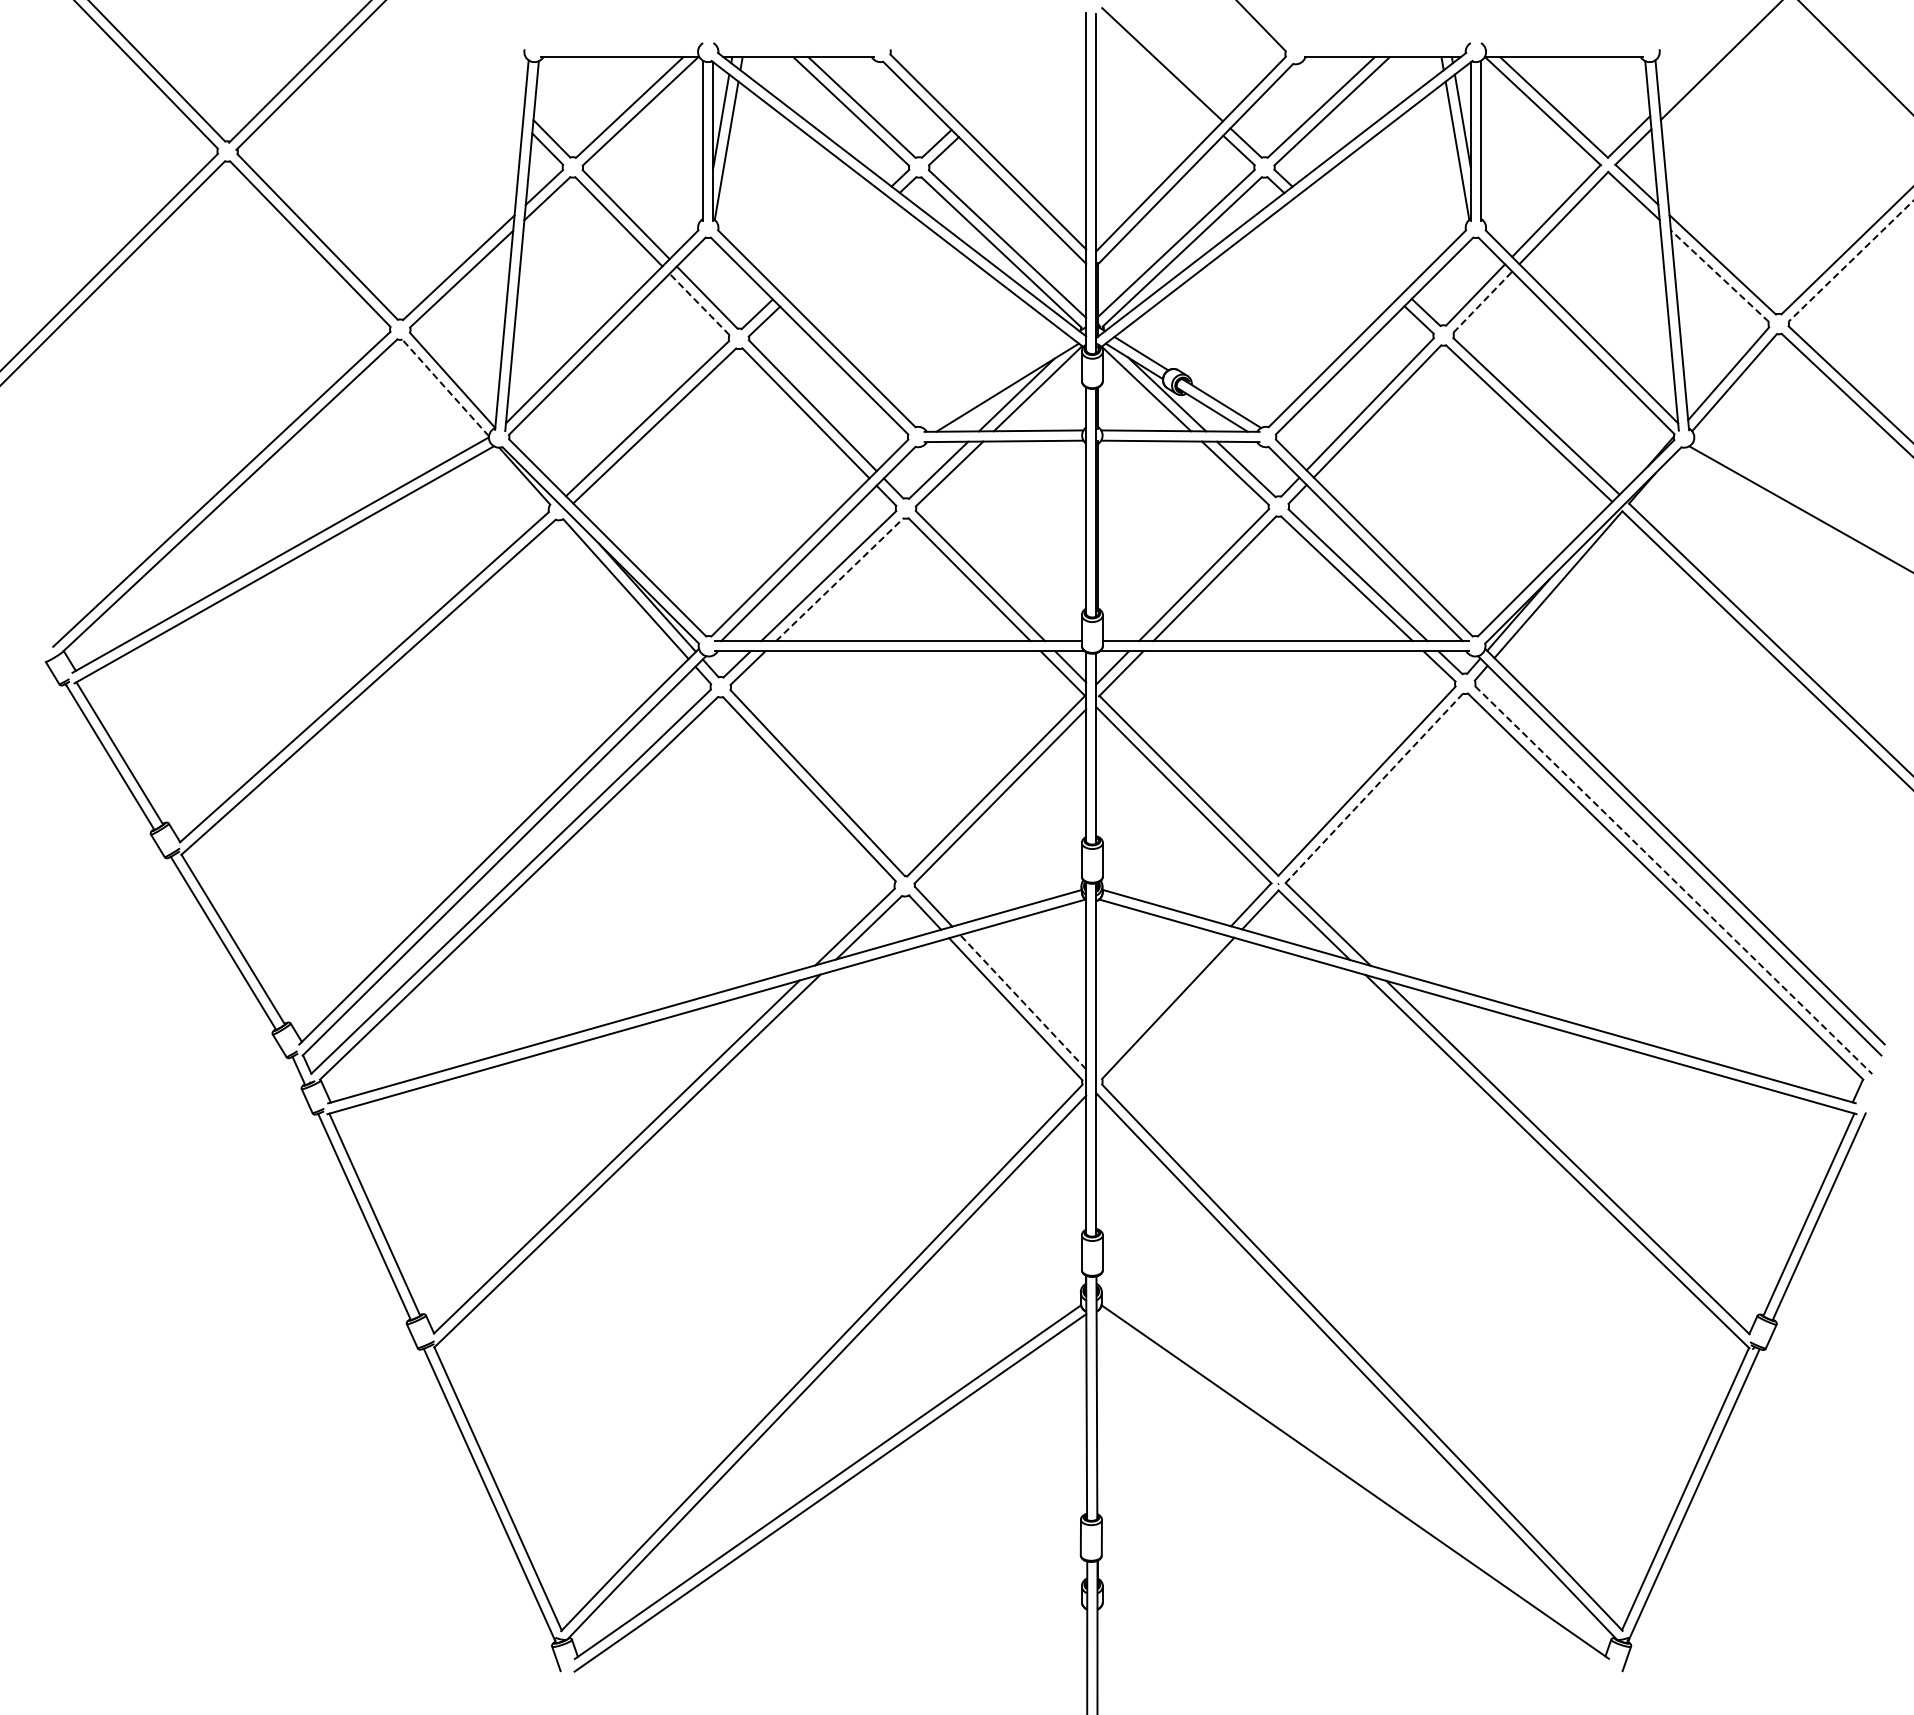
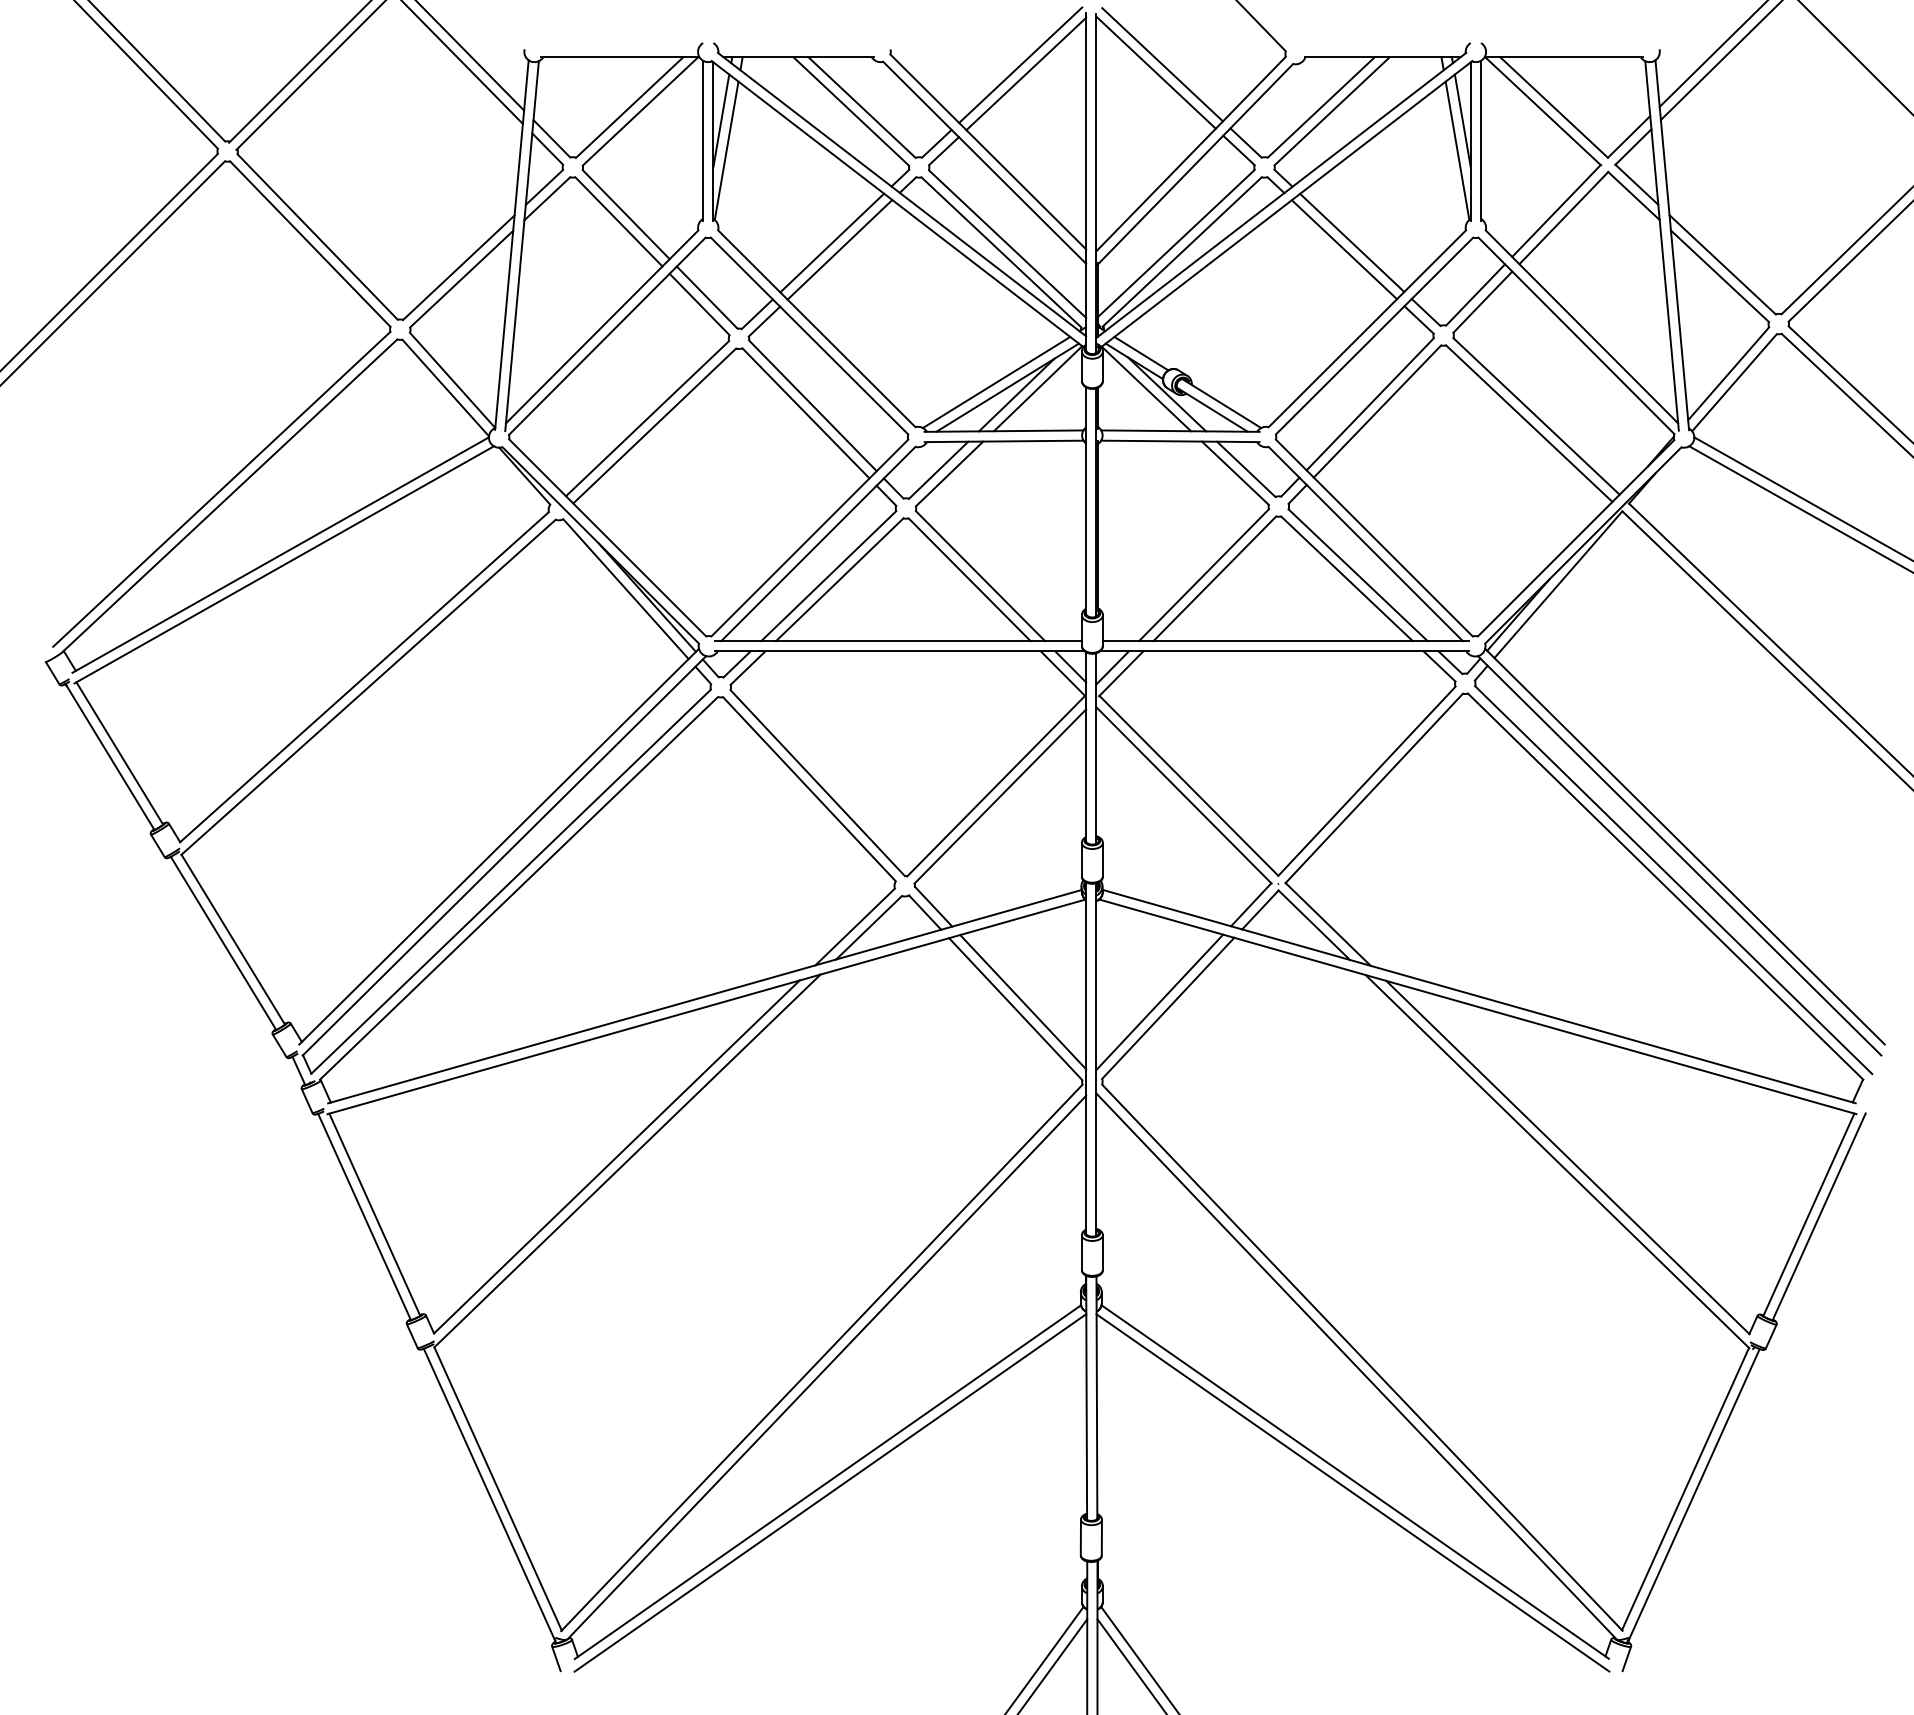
line at (1712, 54): none -> present
line at (470, 56): none -> present
line at (462, 62): none -> present
line at (1020, 64): none -> present
line at (1155, 72): none -> present
line at (1026, 73): none -> present
line at (832, 242): none -> present
line at (1352, 242): none -> present
line at (839, 249): none -> present
line at (1344, 249): none -> present
line at (1851, 261): dashed -> solid
line at (1719, 275): dashed -> solid
line at (1483, 301): dashed -> solid
line at (699, 304): dashed -> solid
line at (996, 382): none -> present
line at (445, 388): dashed -> solid
line at (1802, 498): none -> present
line at (840, 579): dashed -> solid
line at (1374, 788): dashed -> solid
line at (1674, 880): dashed -> solid
line at (1022, 1001): dashed -> solid
line at (1159, 1002): none -> present
line at (1352, 1492): none -> present
line at (1045, 1658): none -> present
line at (1139, 1658): none -> present
line at (1053, 1665): none -> present
line at (1130, 1665): none -> present
